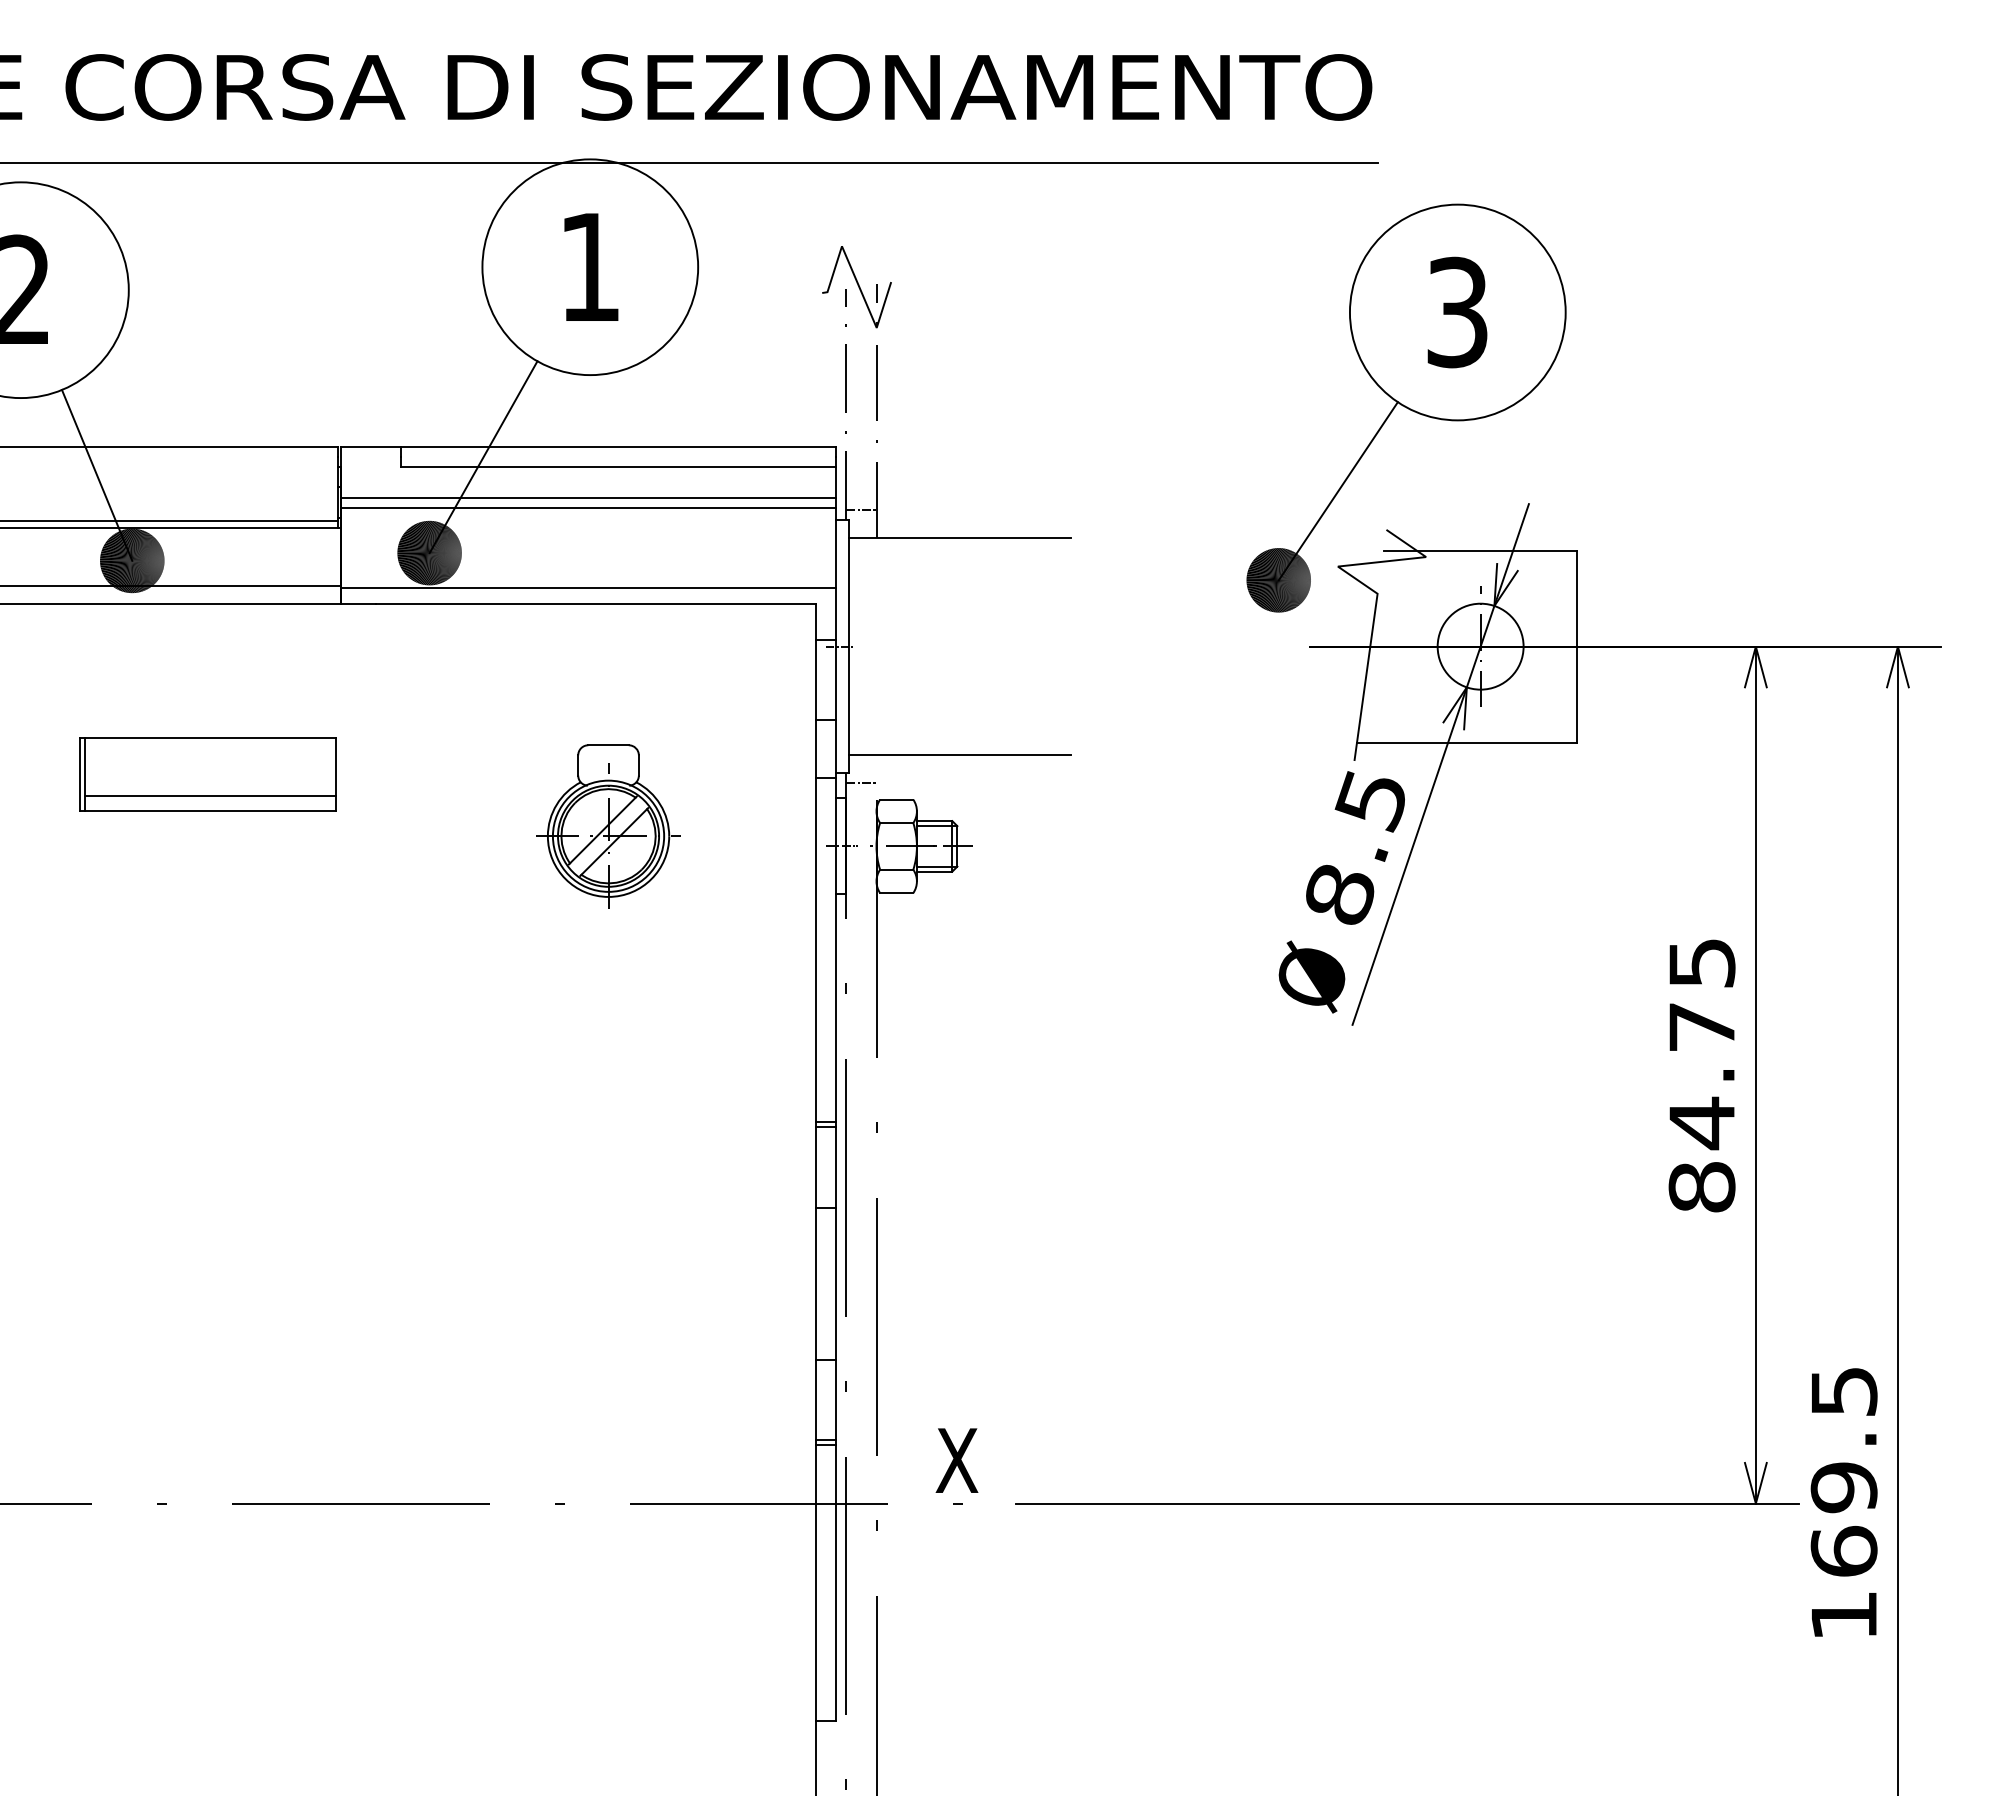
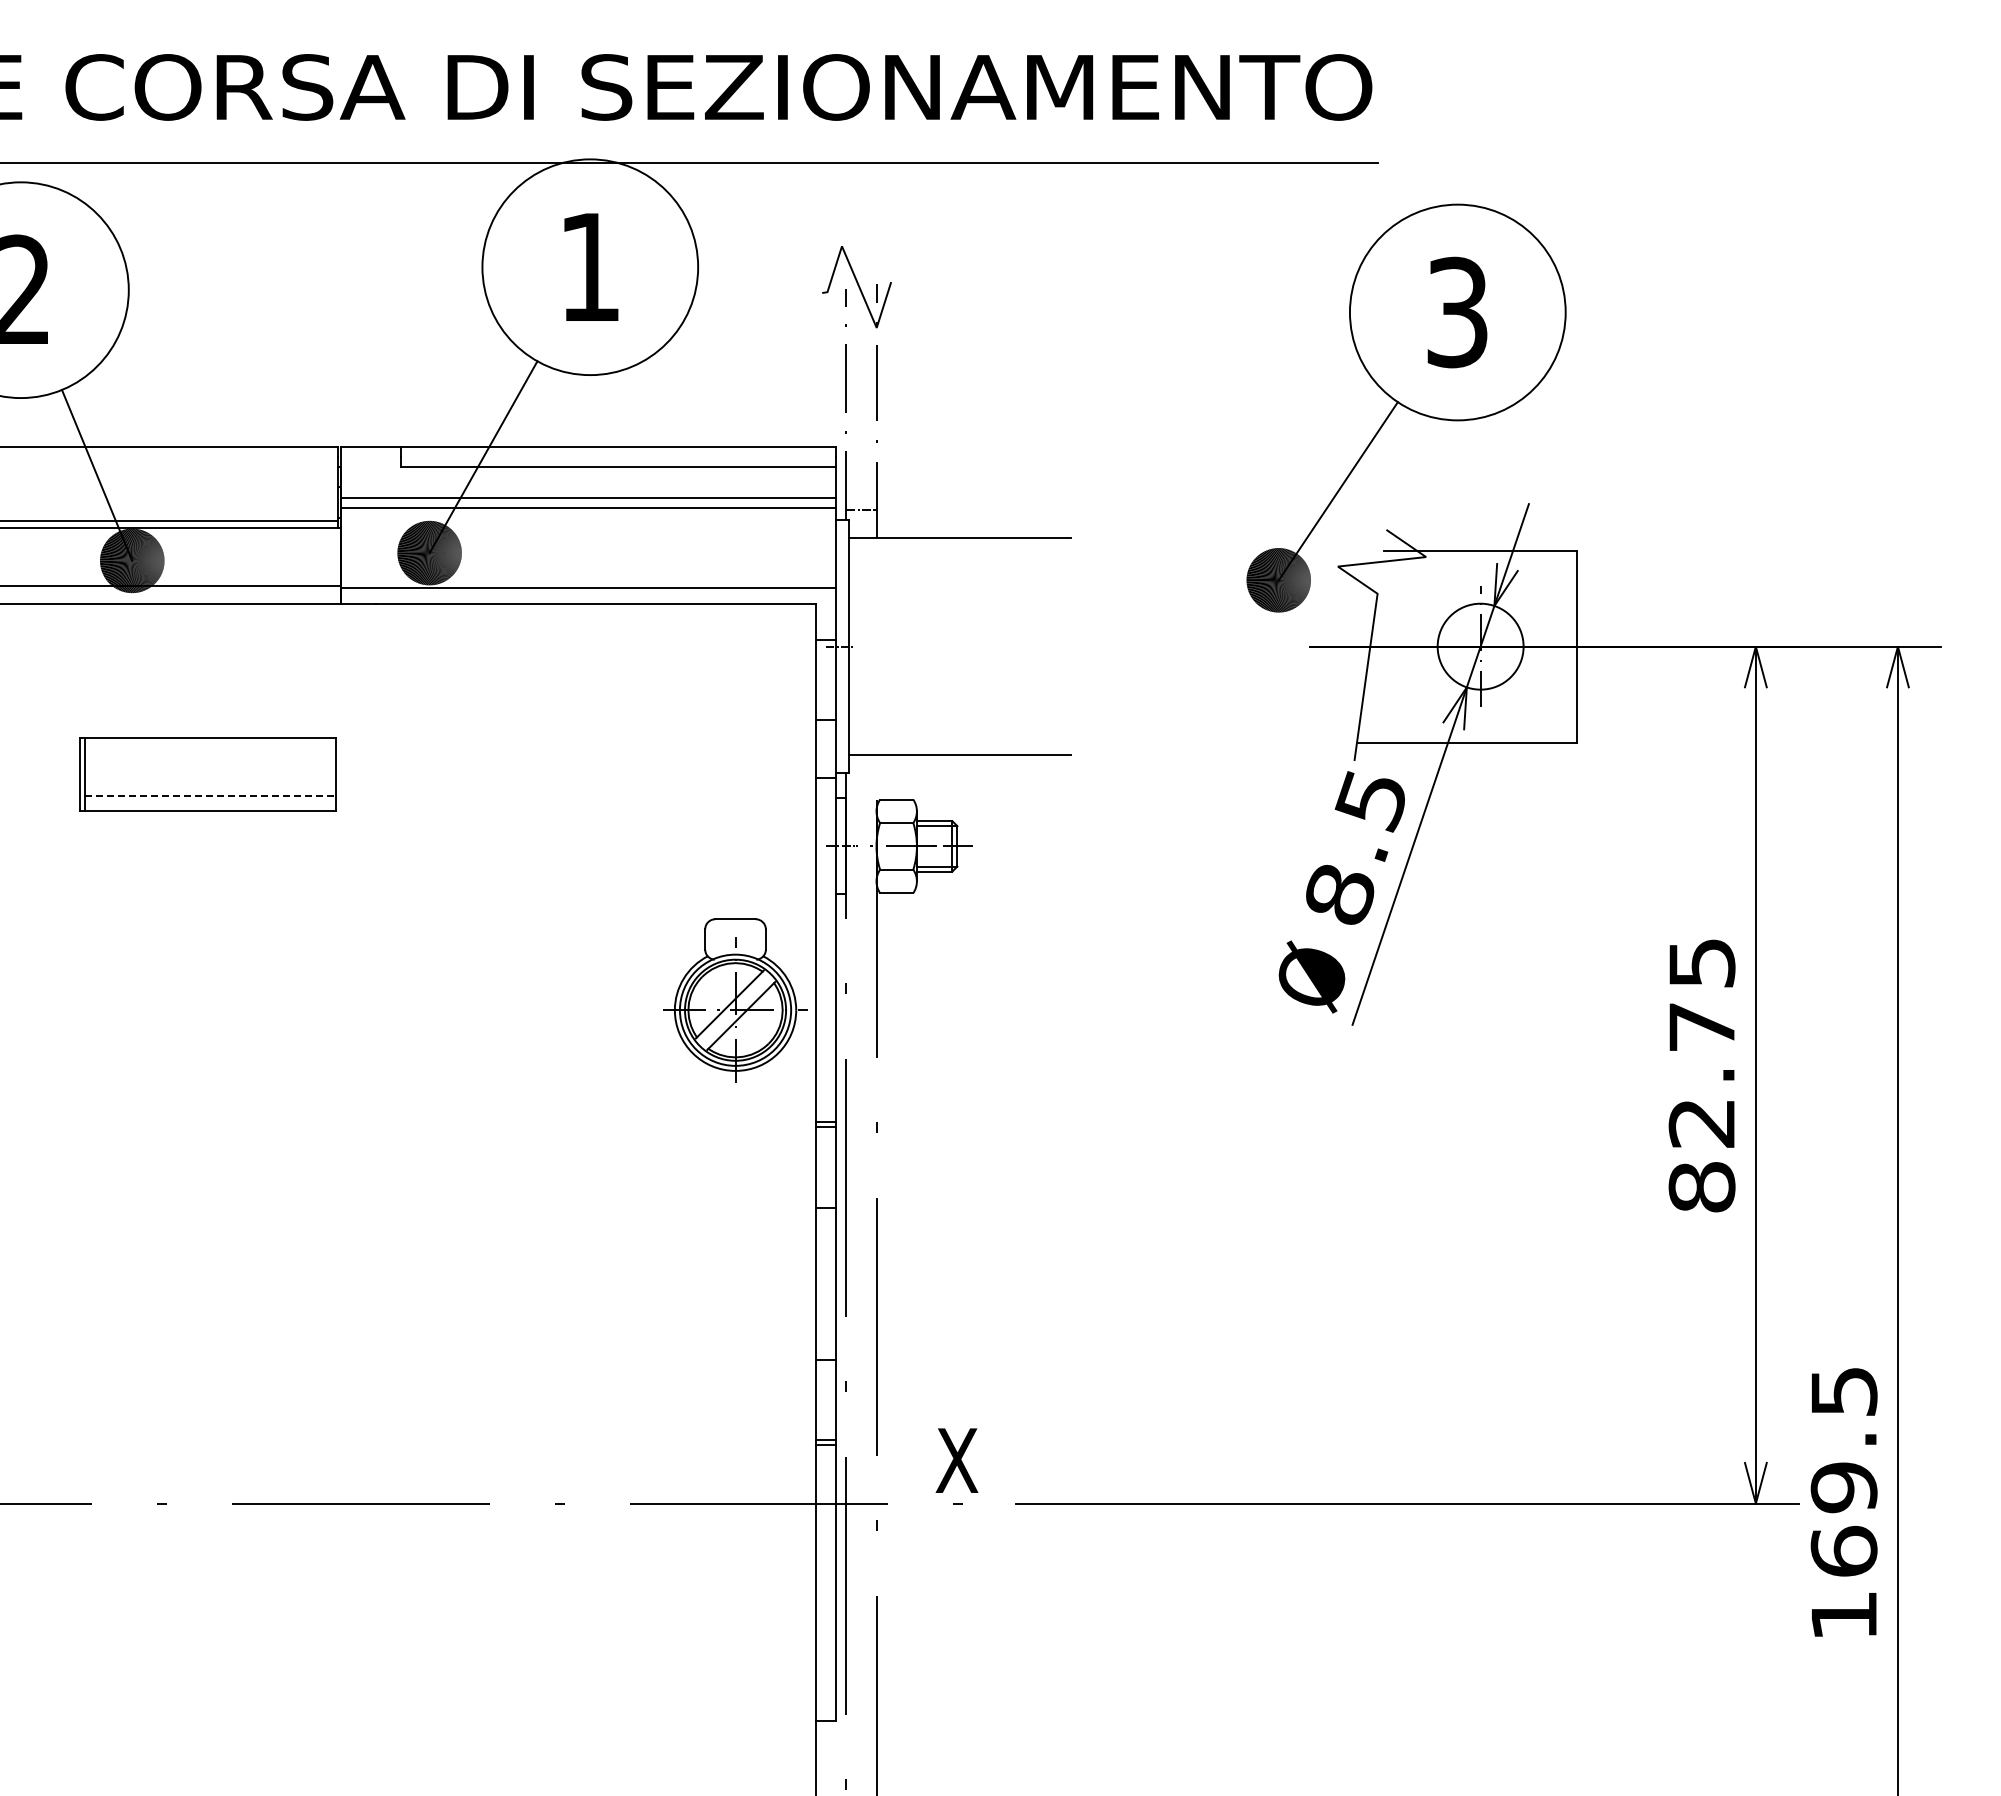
line at (861, 783): present -> none
line at (210, 795): solid -> dashed
part at (608, 826) position: (608, 826) -> (735, 1000)
text at (1701, 1123): 84.75 -> 82.75
